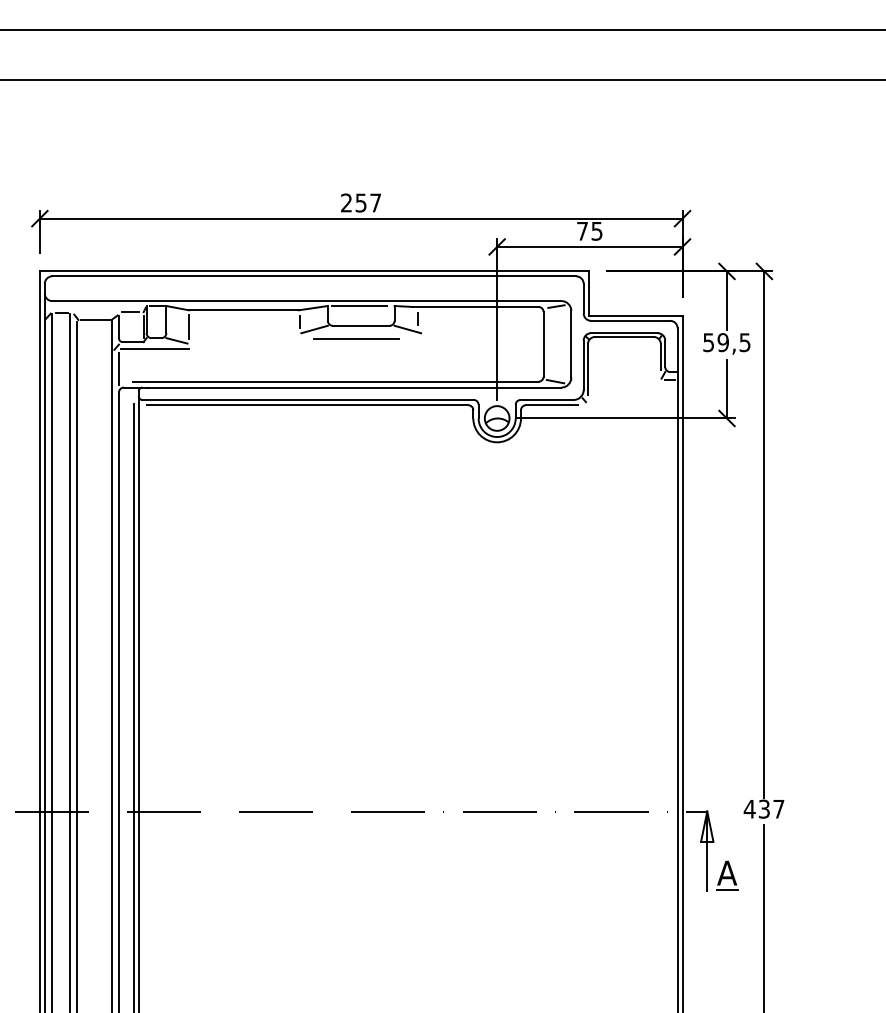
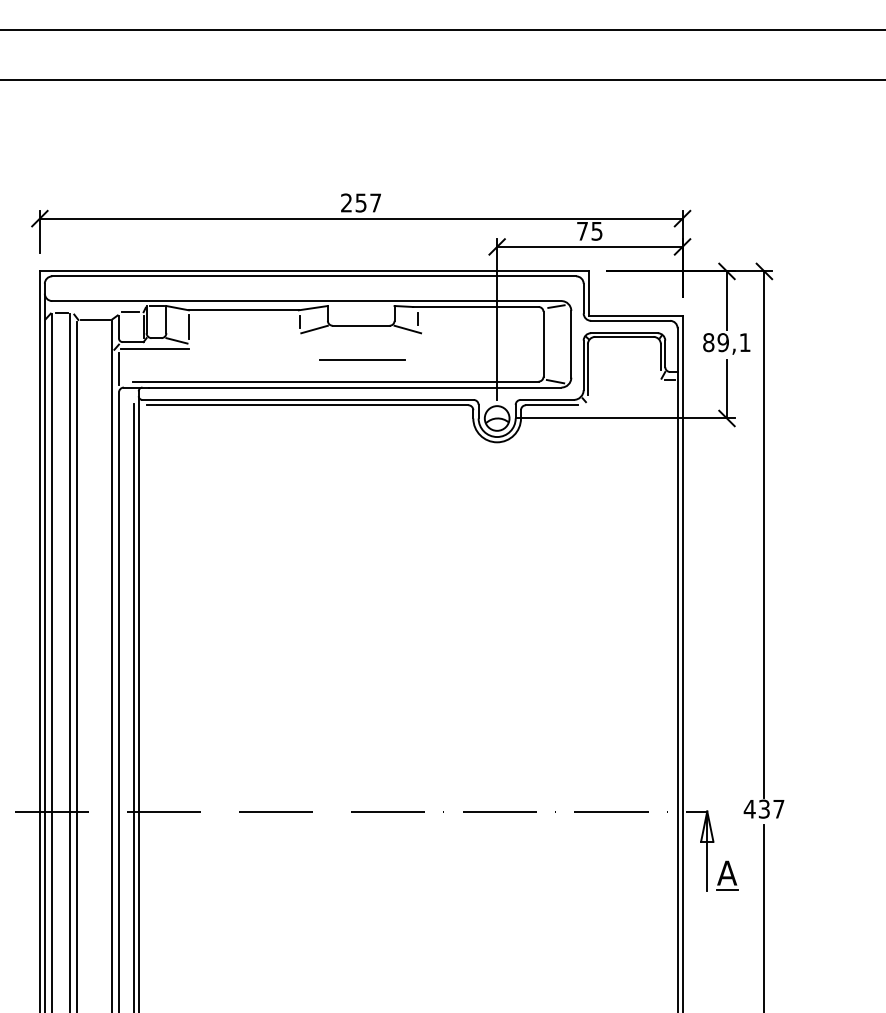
line at (359, 306): present -> none
line at (356, 338) position: (356, 338) -> (362, 359)
text at (726, 342): 59,5 -> 89,1
